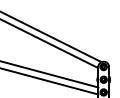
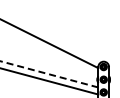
line at (51, 37): present -> none
line at (49, 74): solid -> dashed
